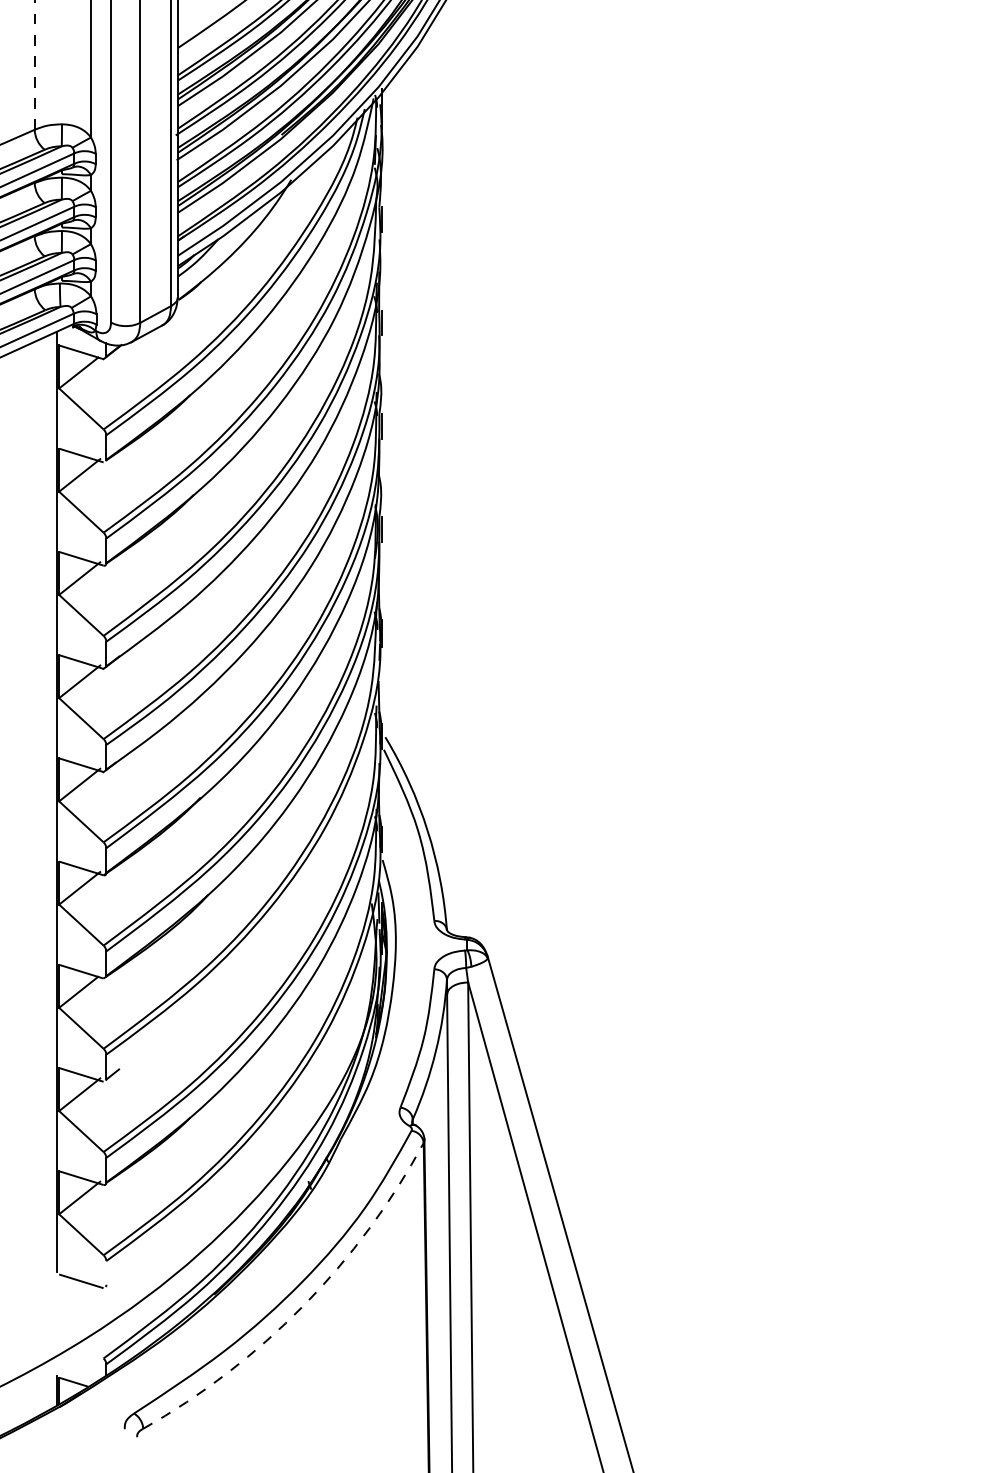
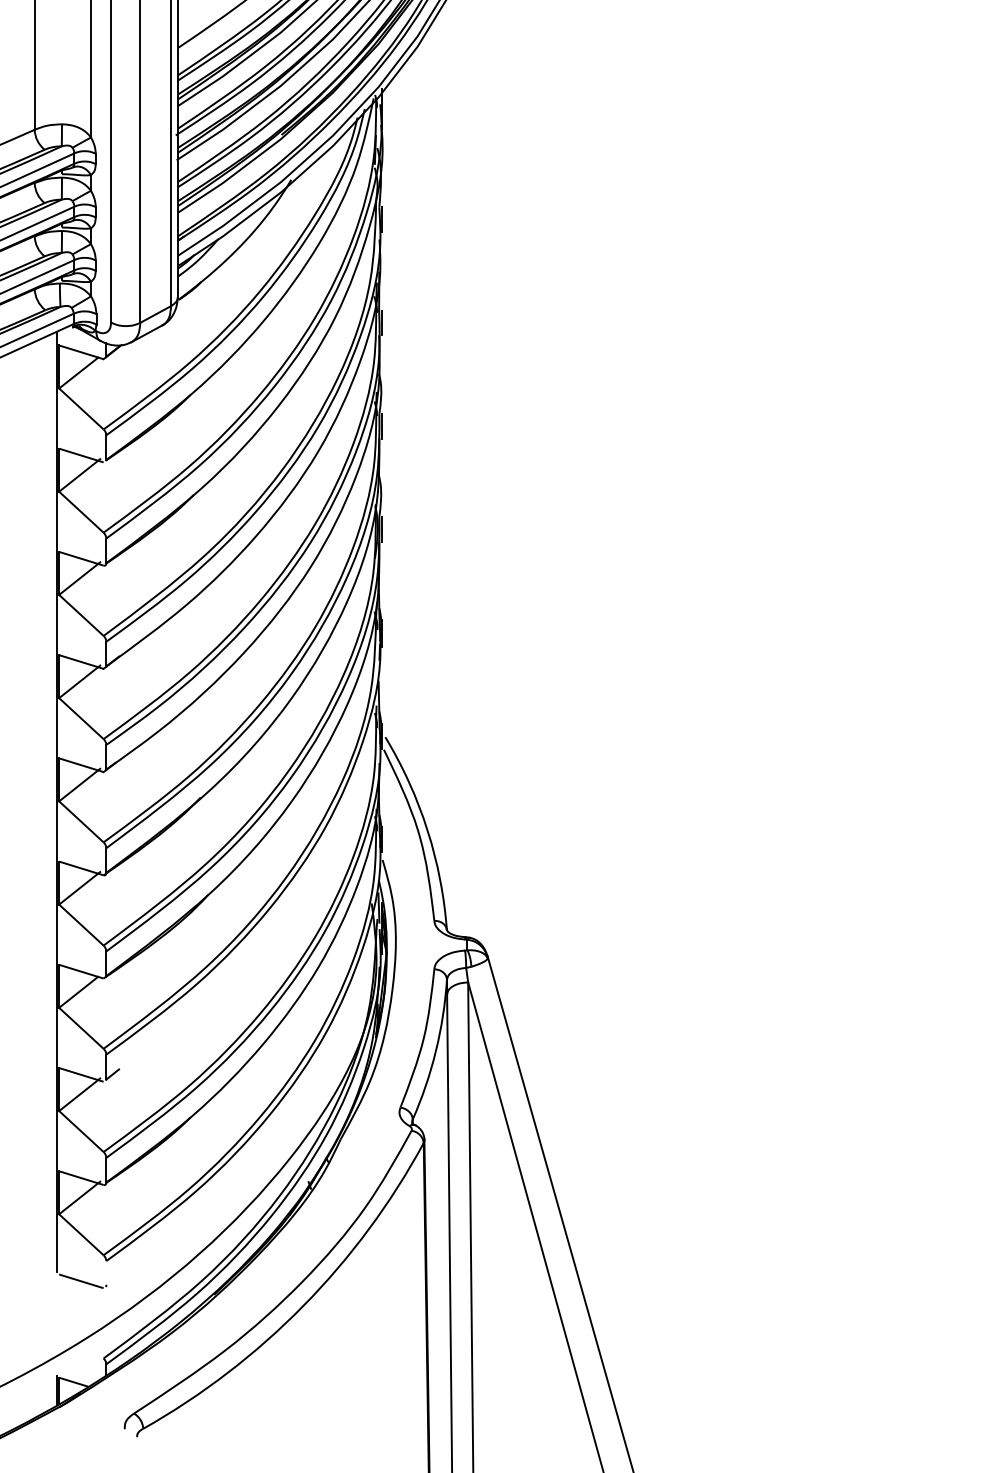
line at (34, 64): dashed -> solid
arc at (303, 1305): dashed -> solid
